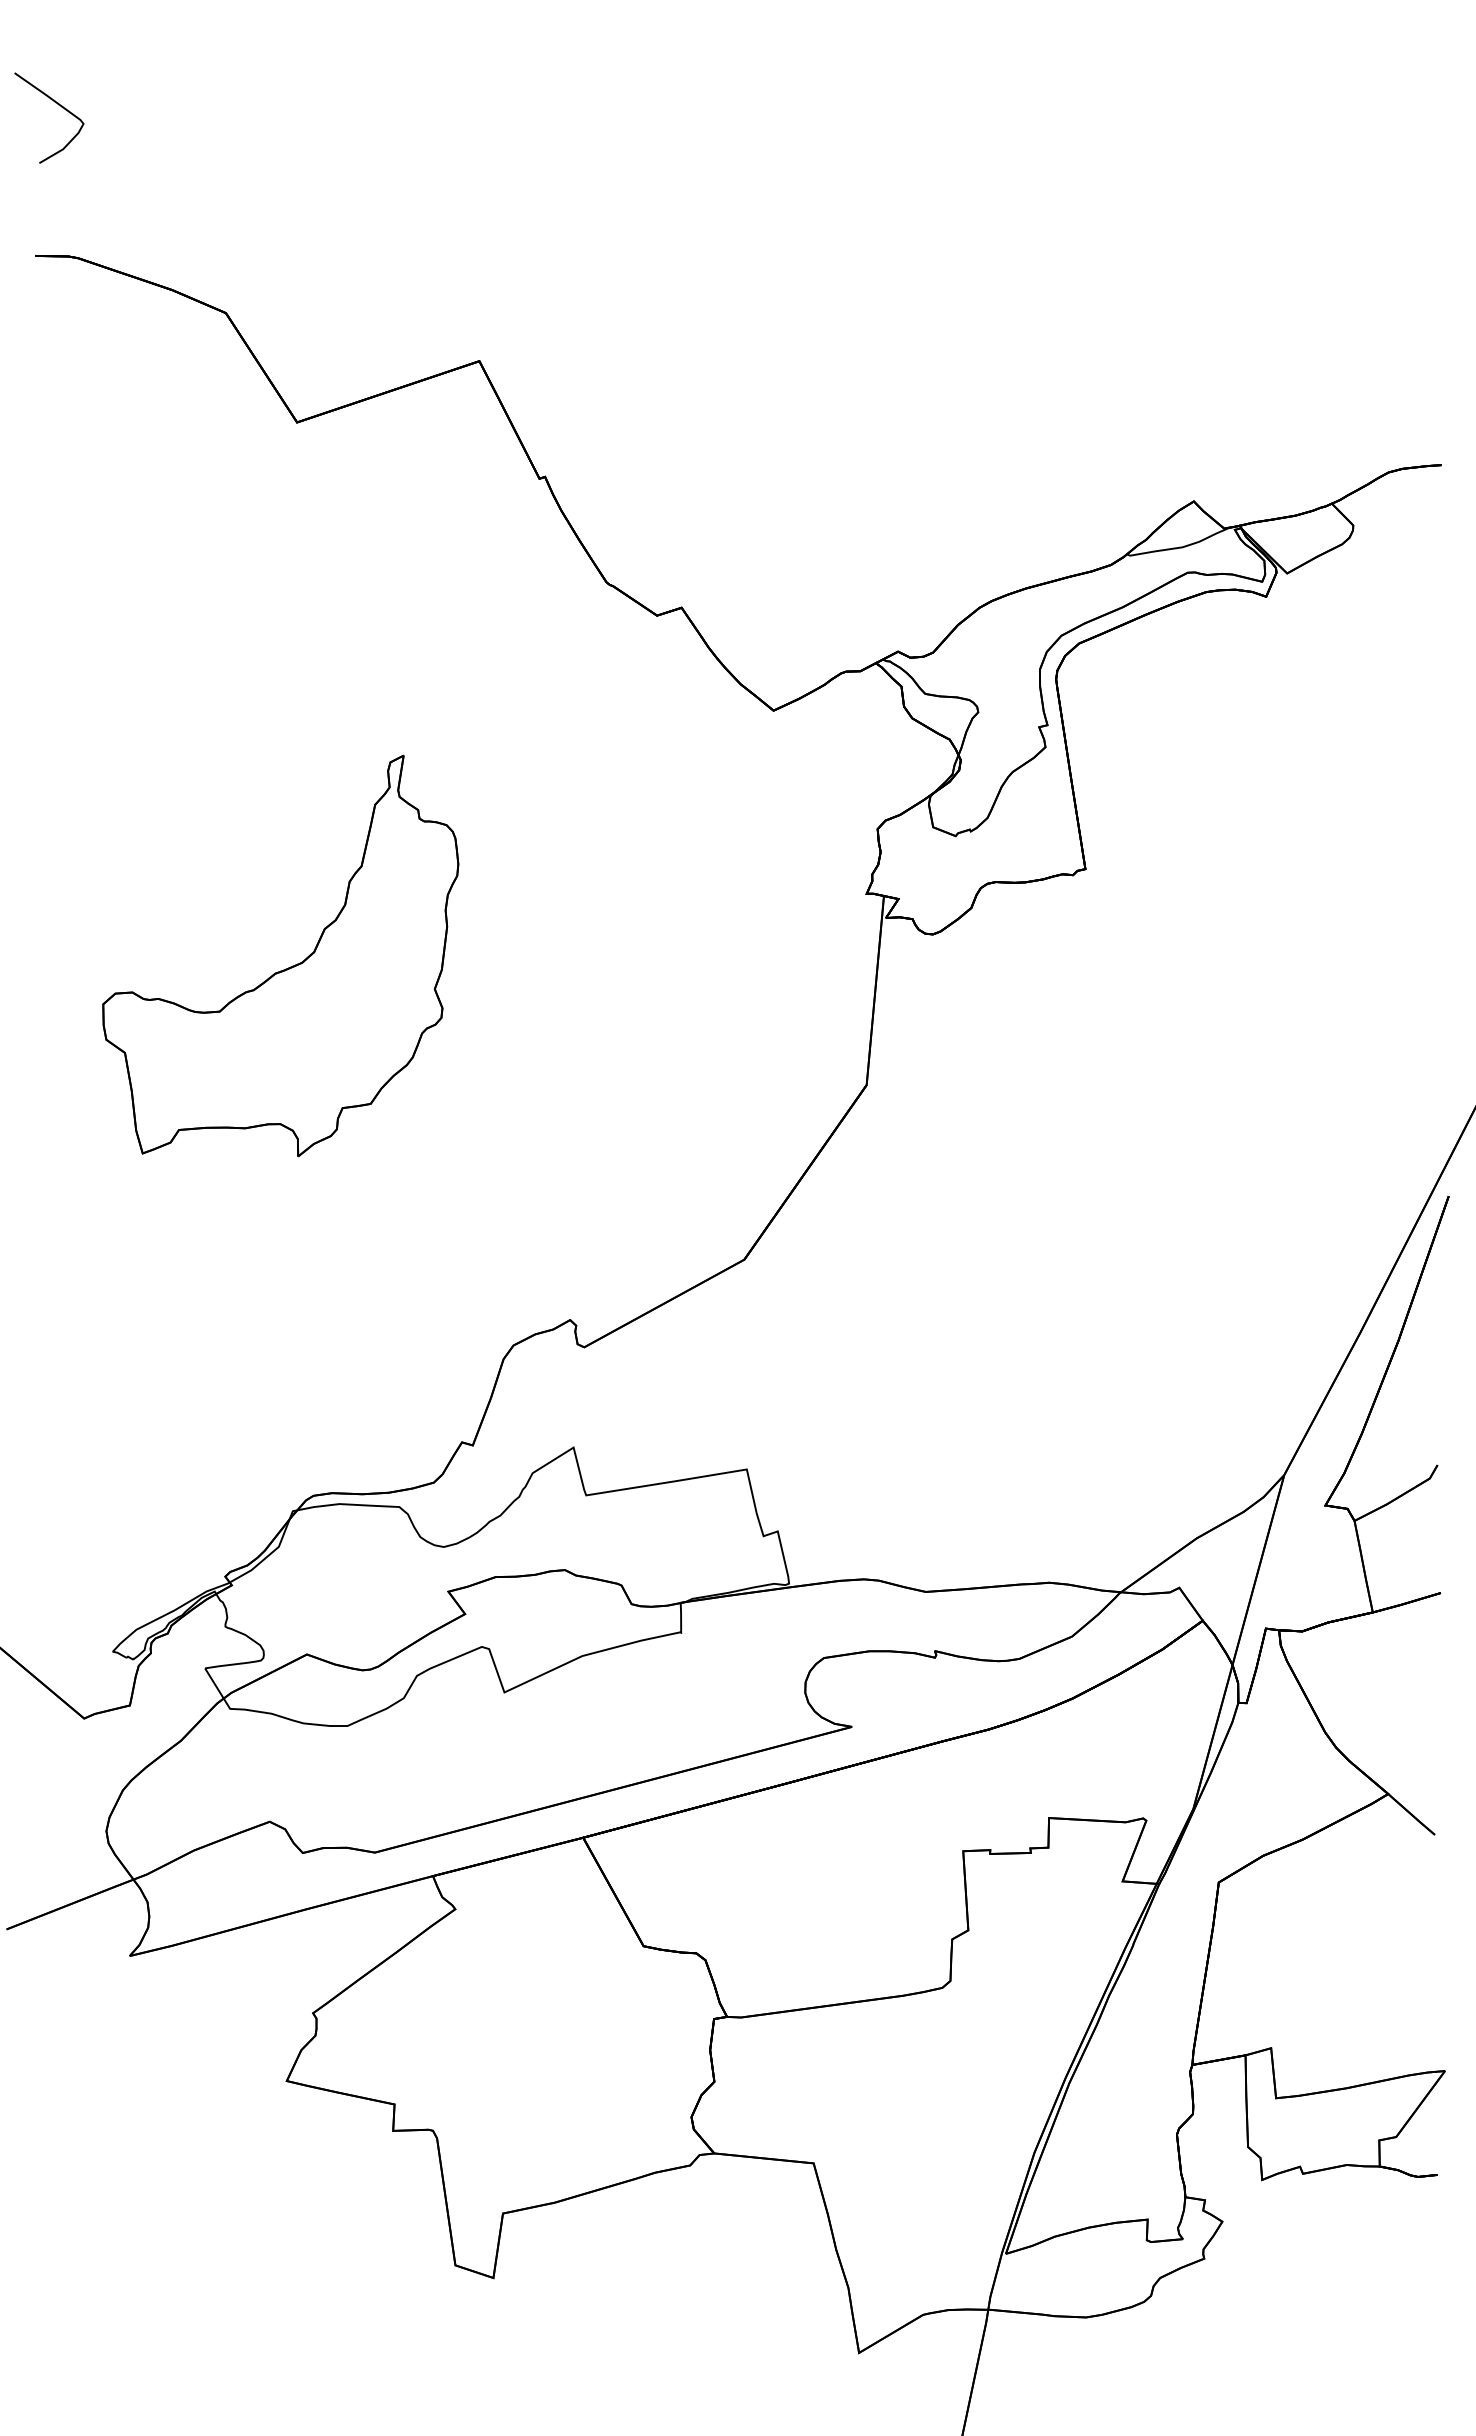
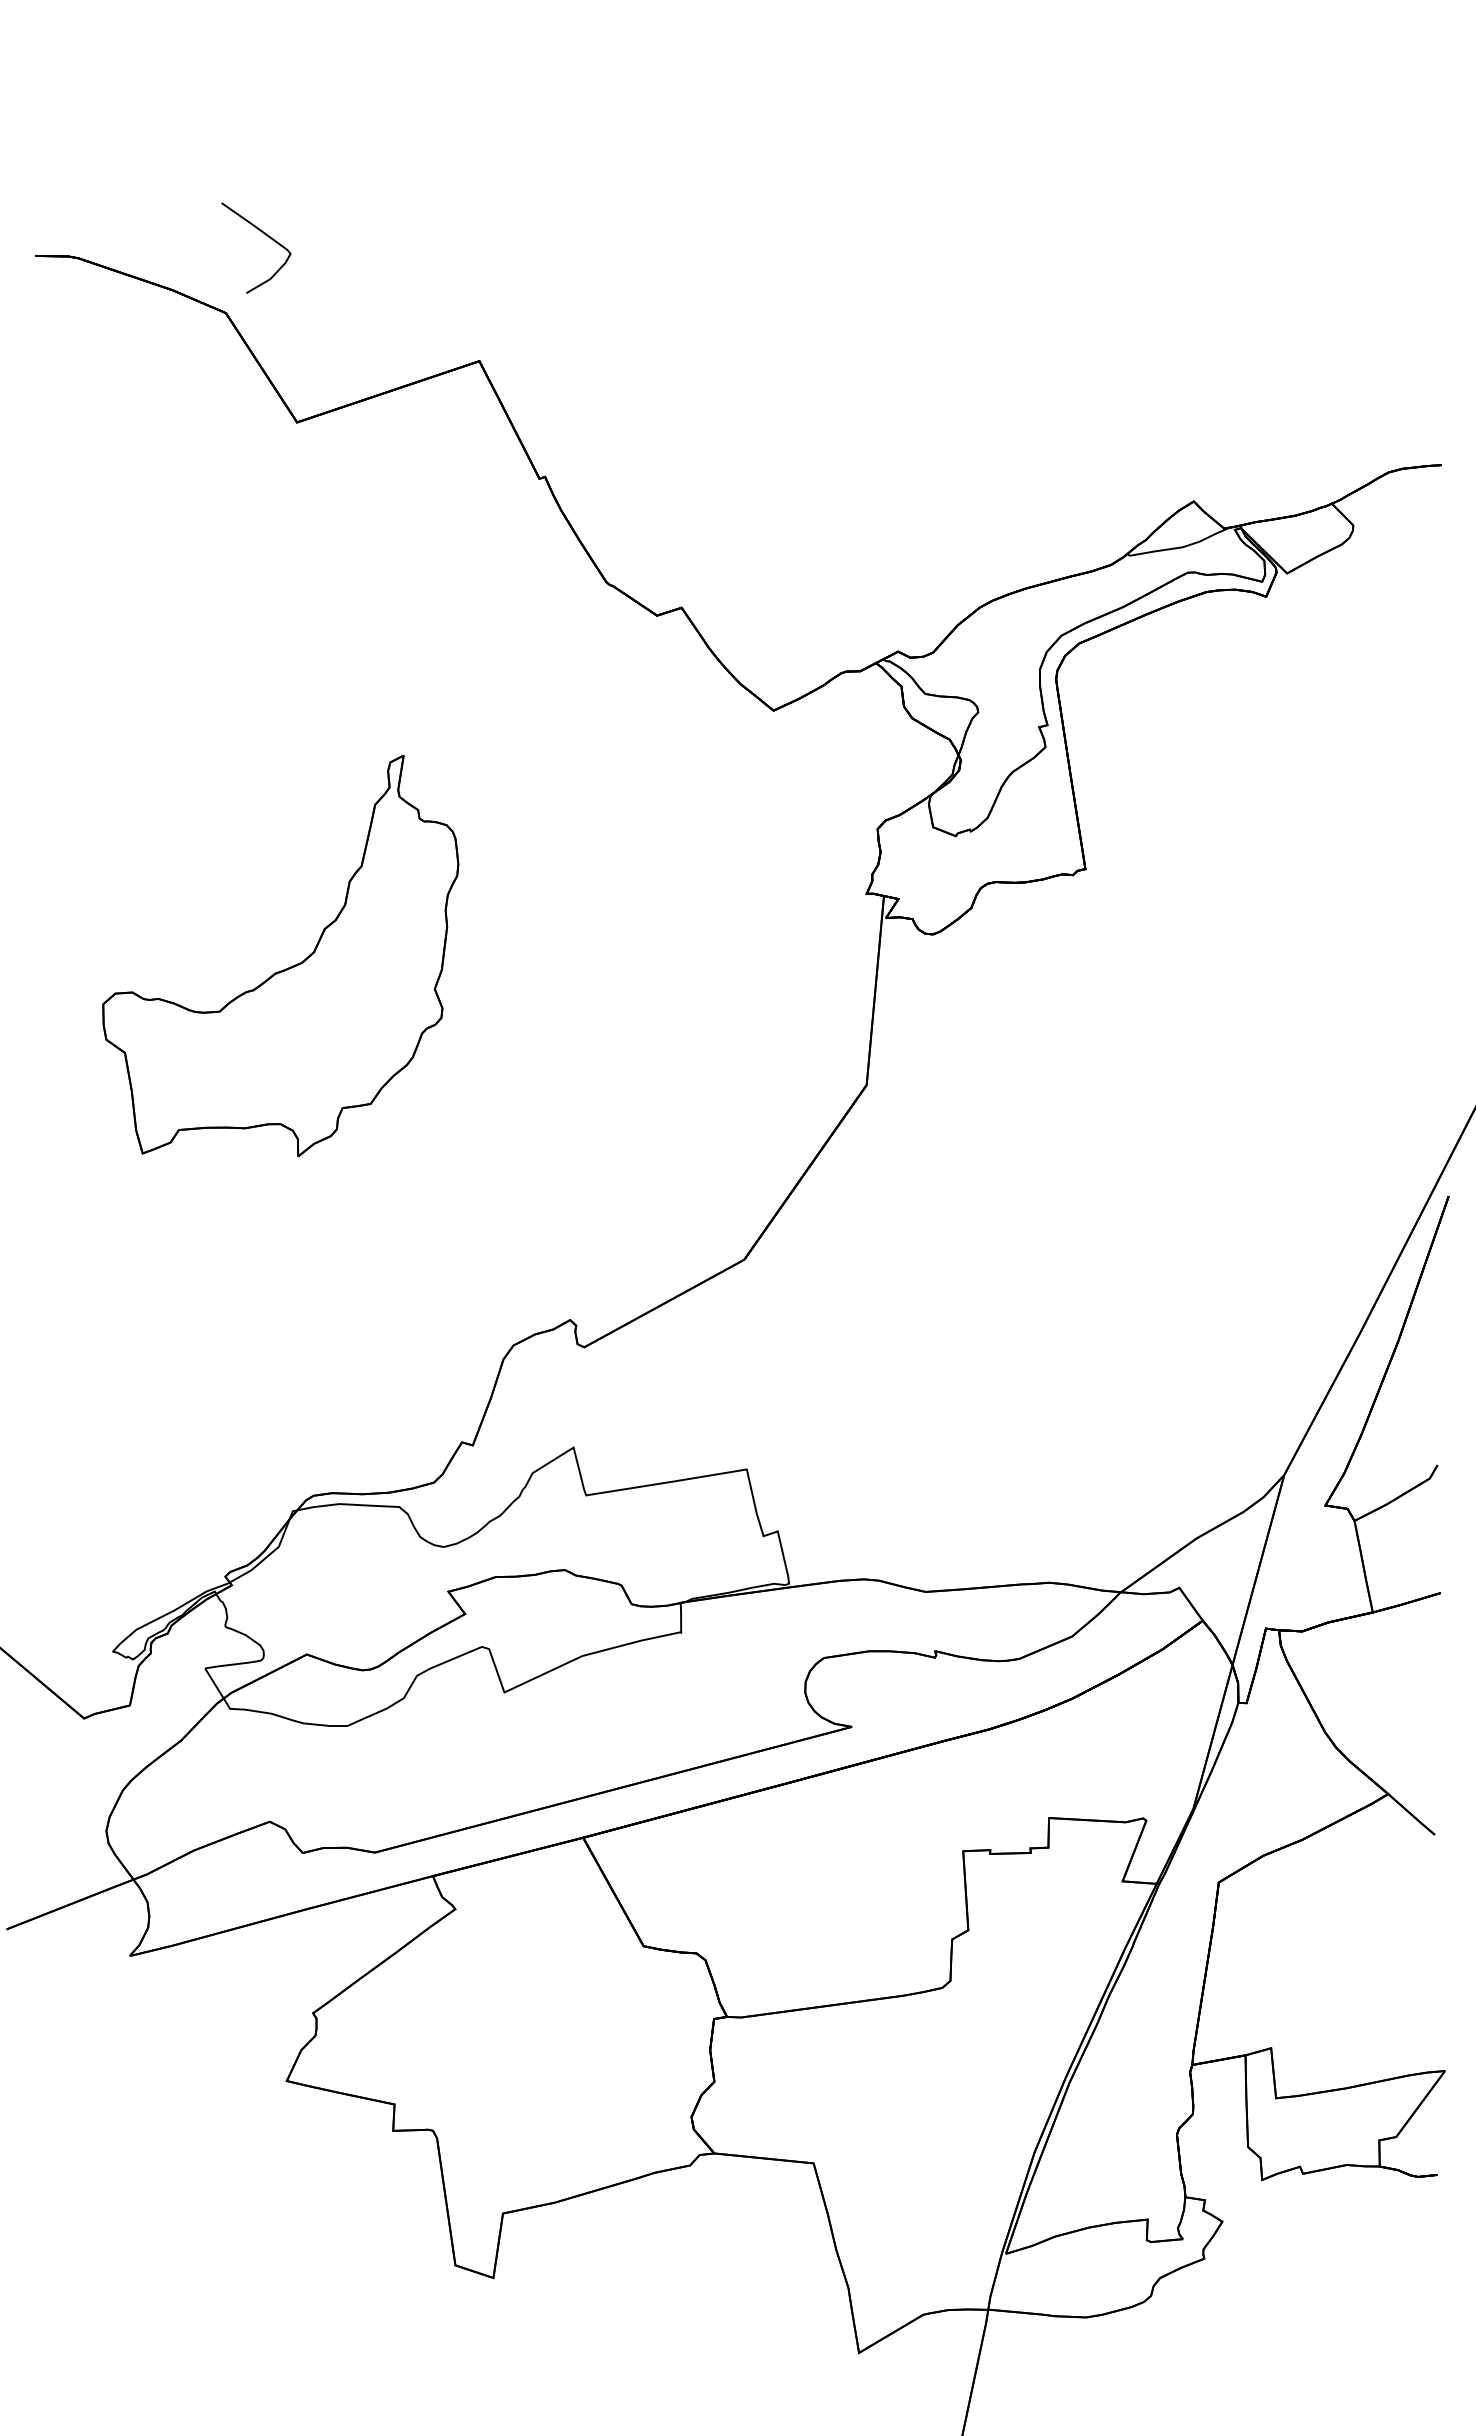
curve at (58, 105) position: (58, 105) -> (265, 235)
